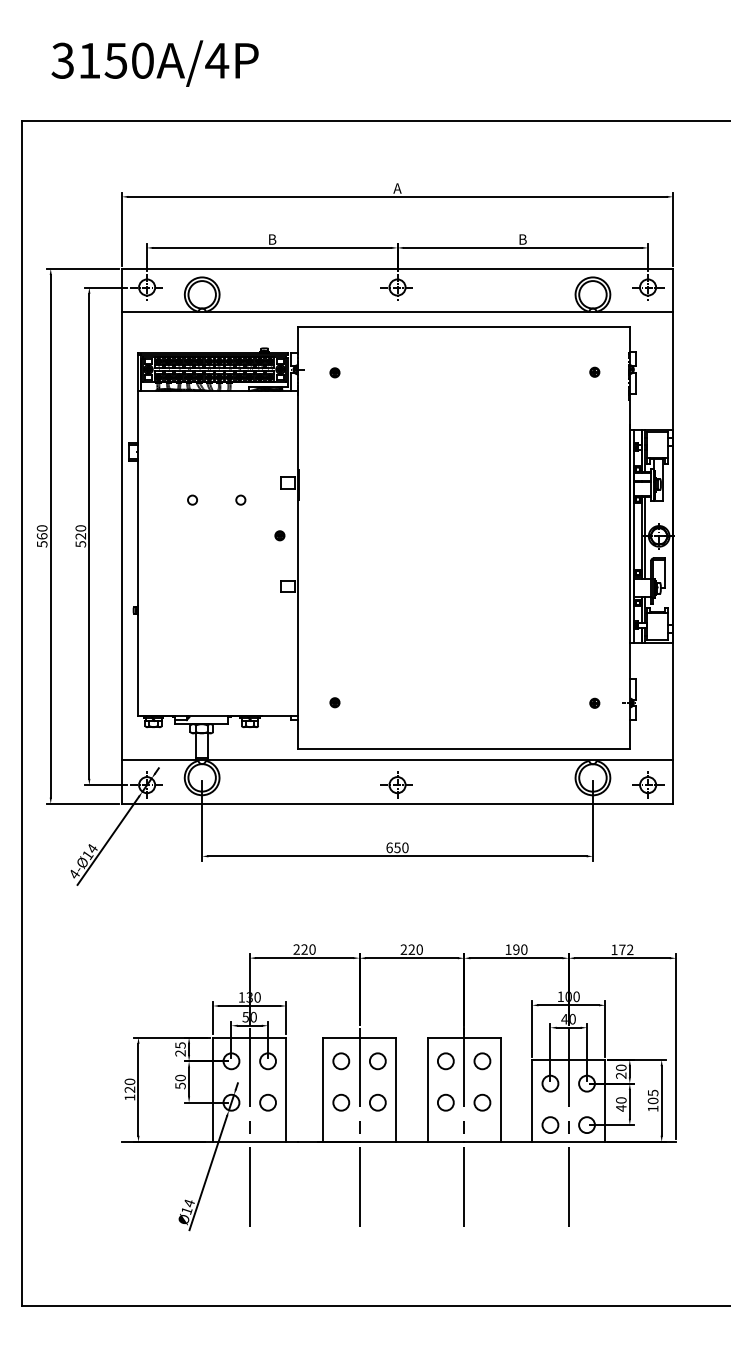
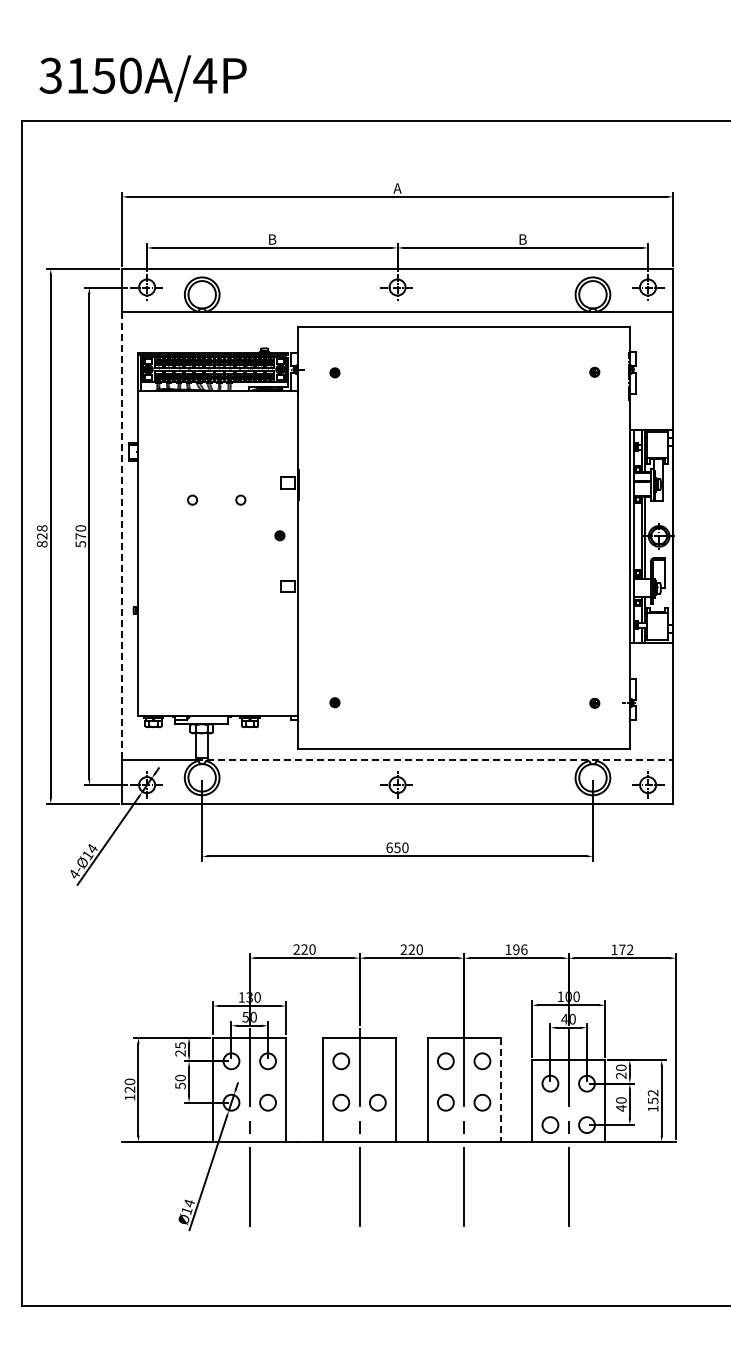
text at (154, 63) position: (154, 63) -> (142, 78)
text at (41, 536): 560 -> 828
text at (80, 536): 520 -> 570
line at (122, 536): solid -> dashed
line at (435, 760): solid -> dashed
text at (524, 949): 190 -> 196
circle at (377, 1061): present -> none
line at (500, 1090): solid -> dashed
text at (652, 1096): 105 -> 152
